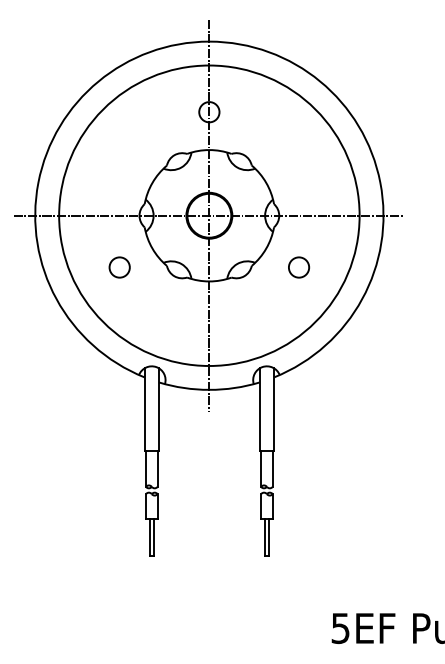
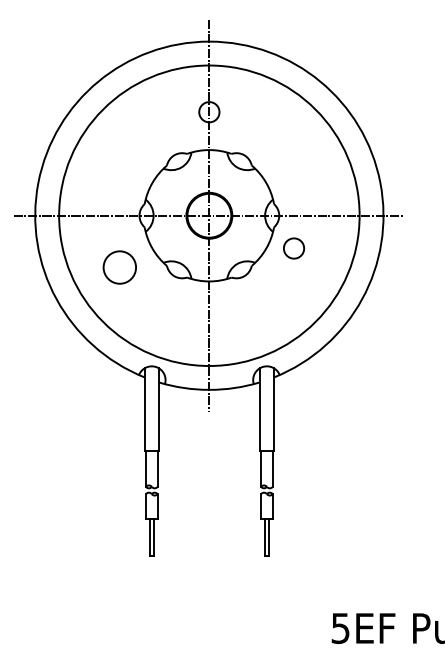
circle at (119, 267) size: 23x23 px -> 35x35 px
circle at (299, 267) position: (299, 267) -> (294, 248)
